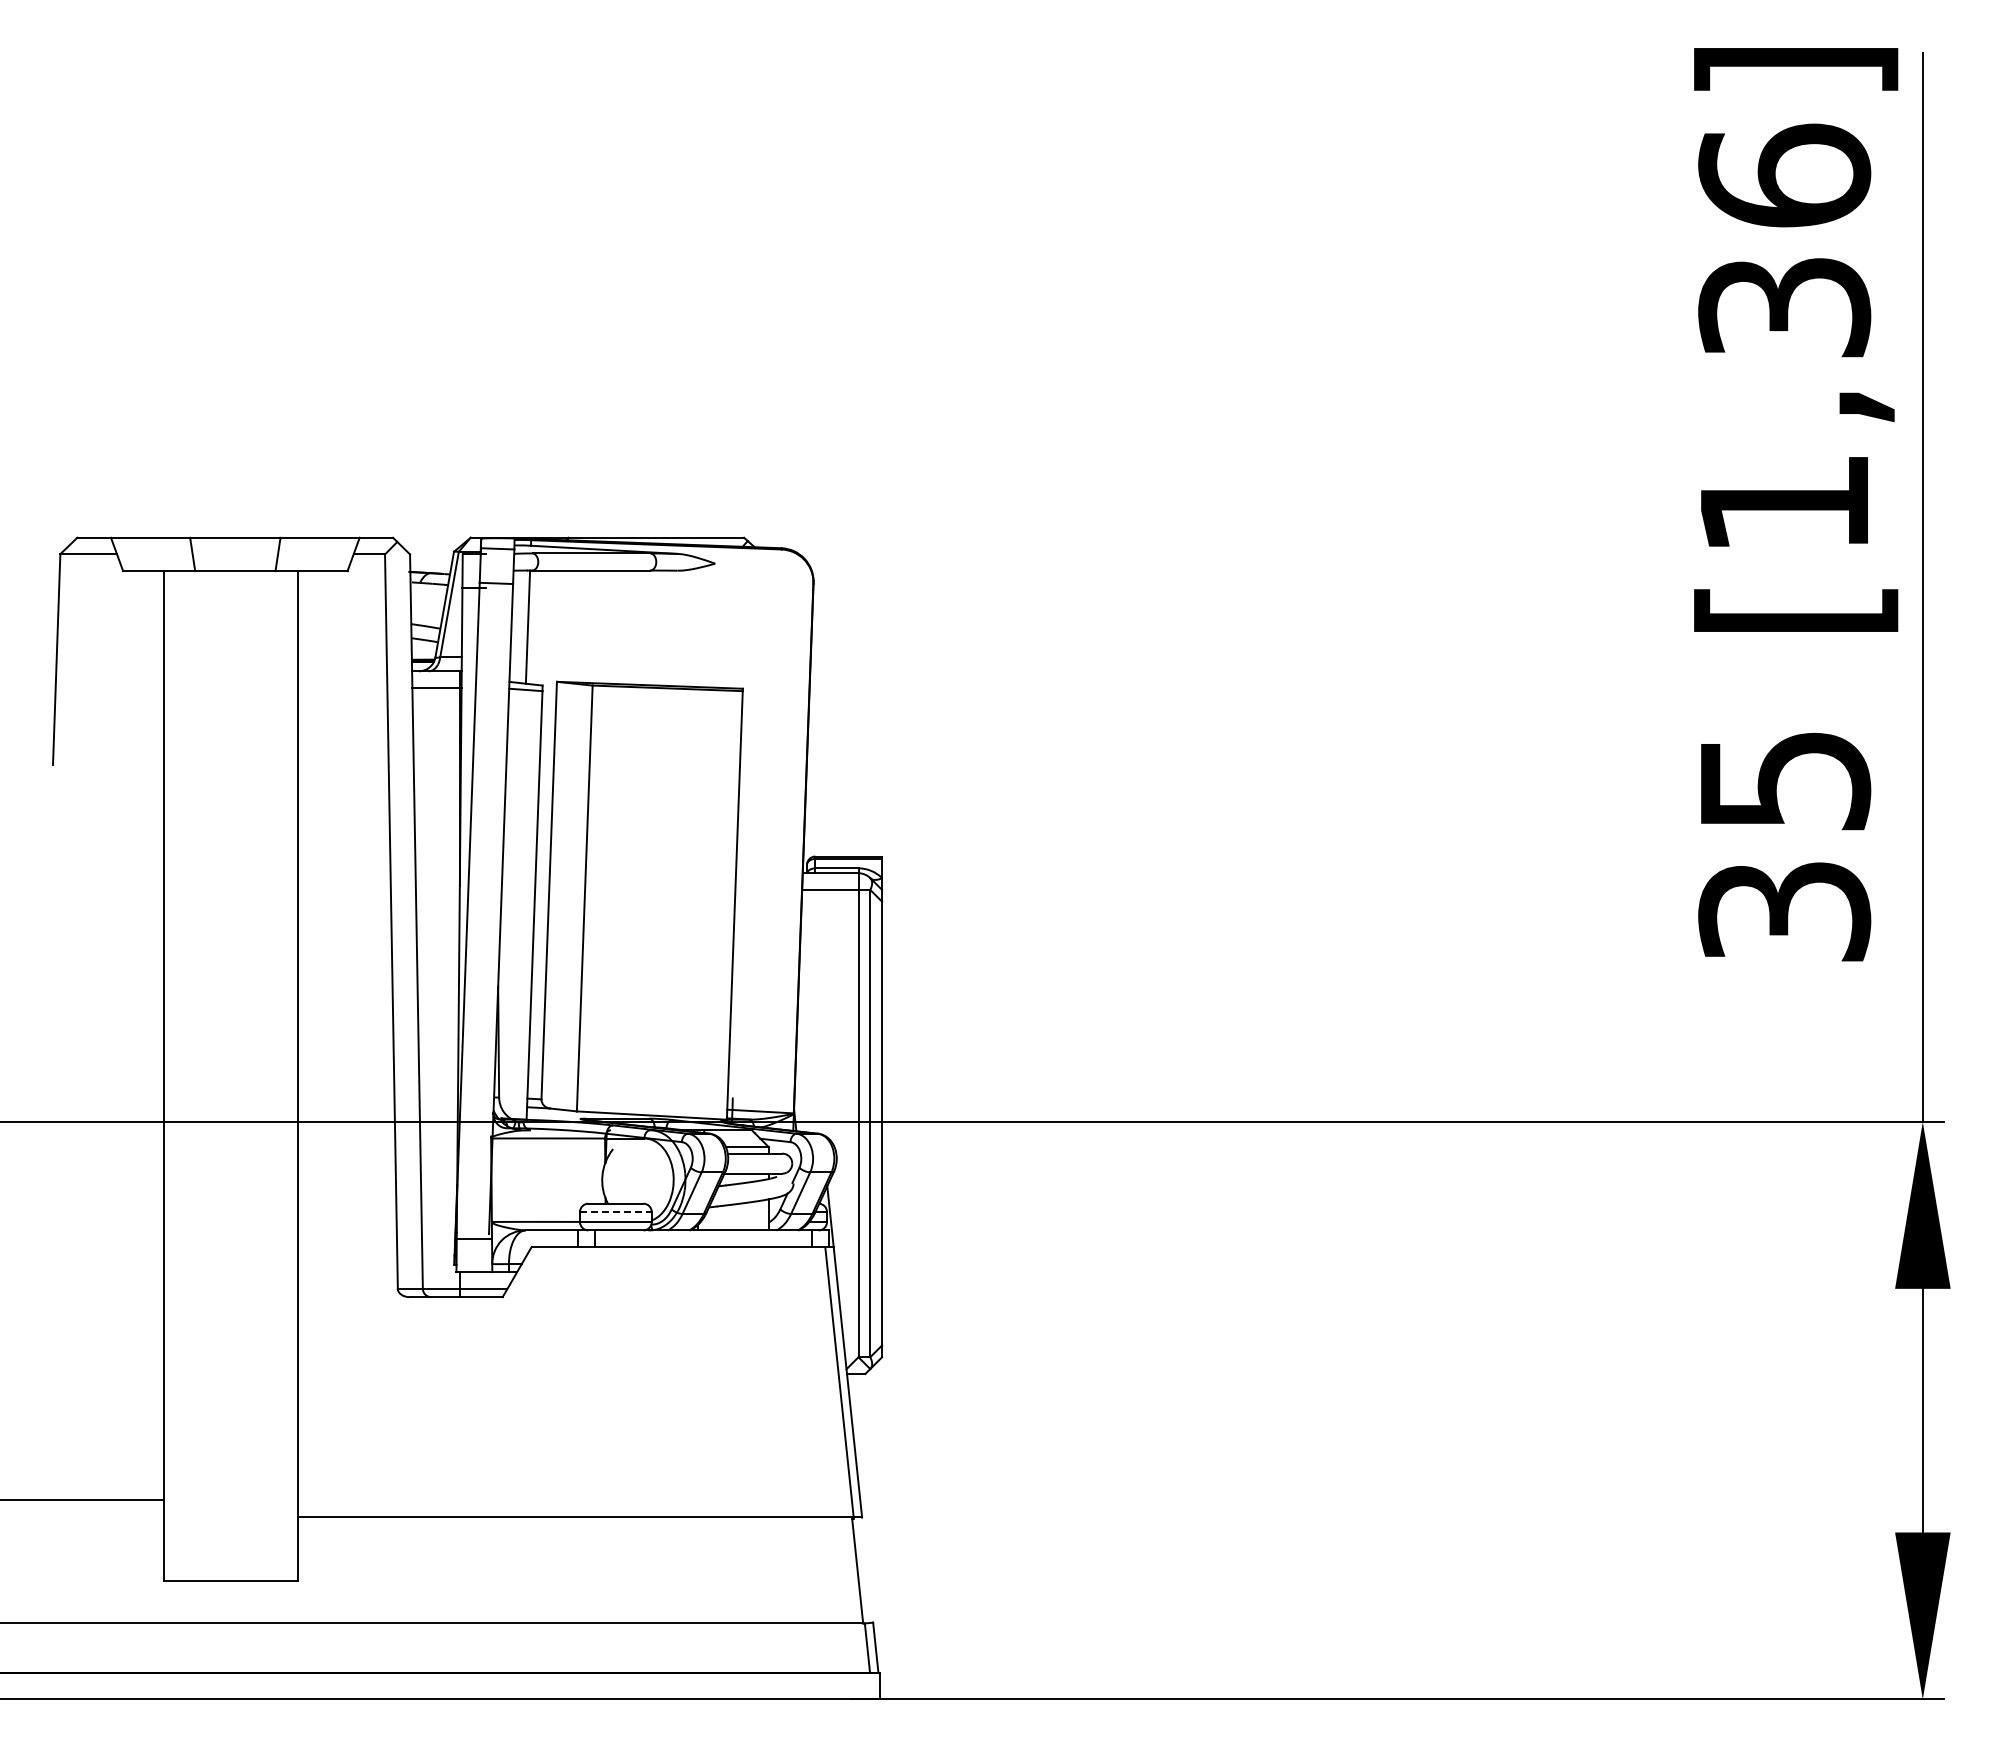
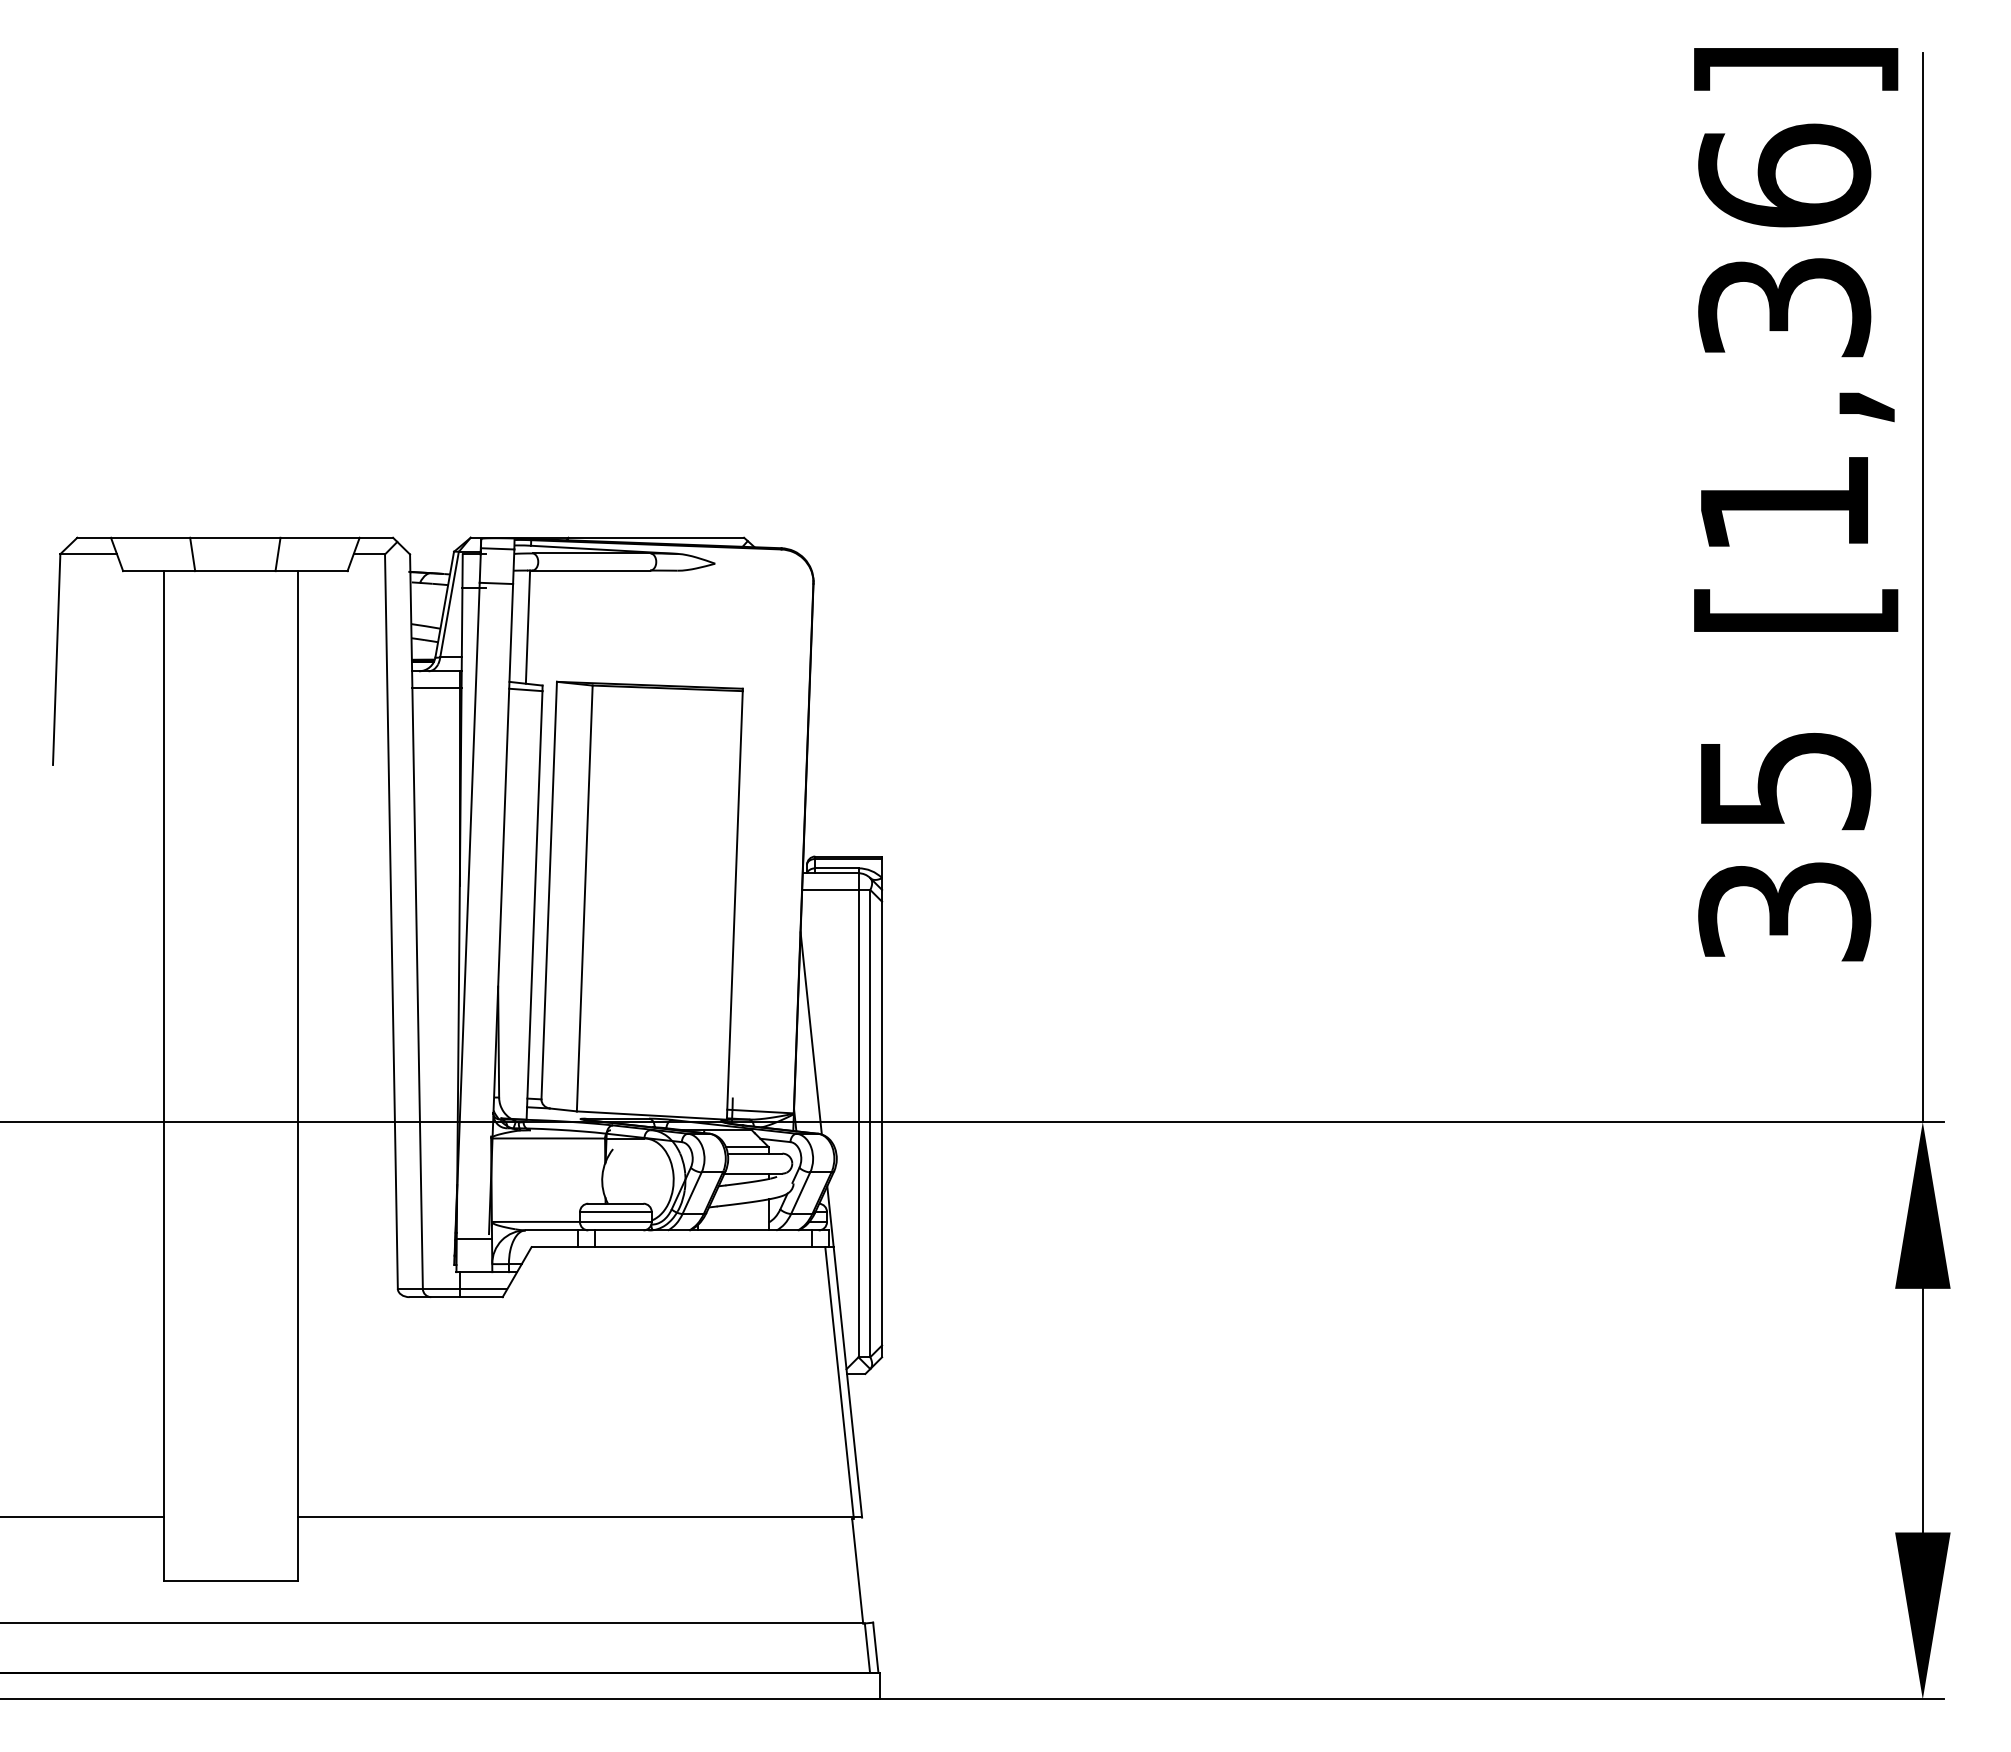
line at (810, 1032): none -> present
line at (615, 1212): dashed -> solid
line at (83, 1500) position: (83, 1500) -> (83, 1517)
